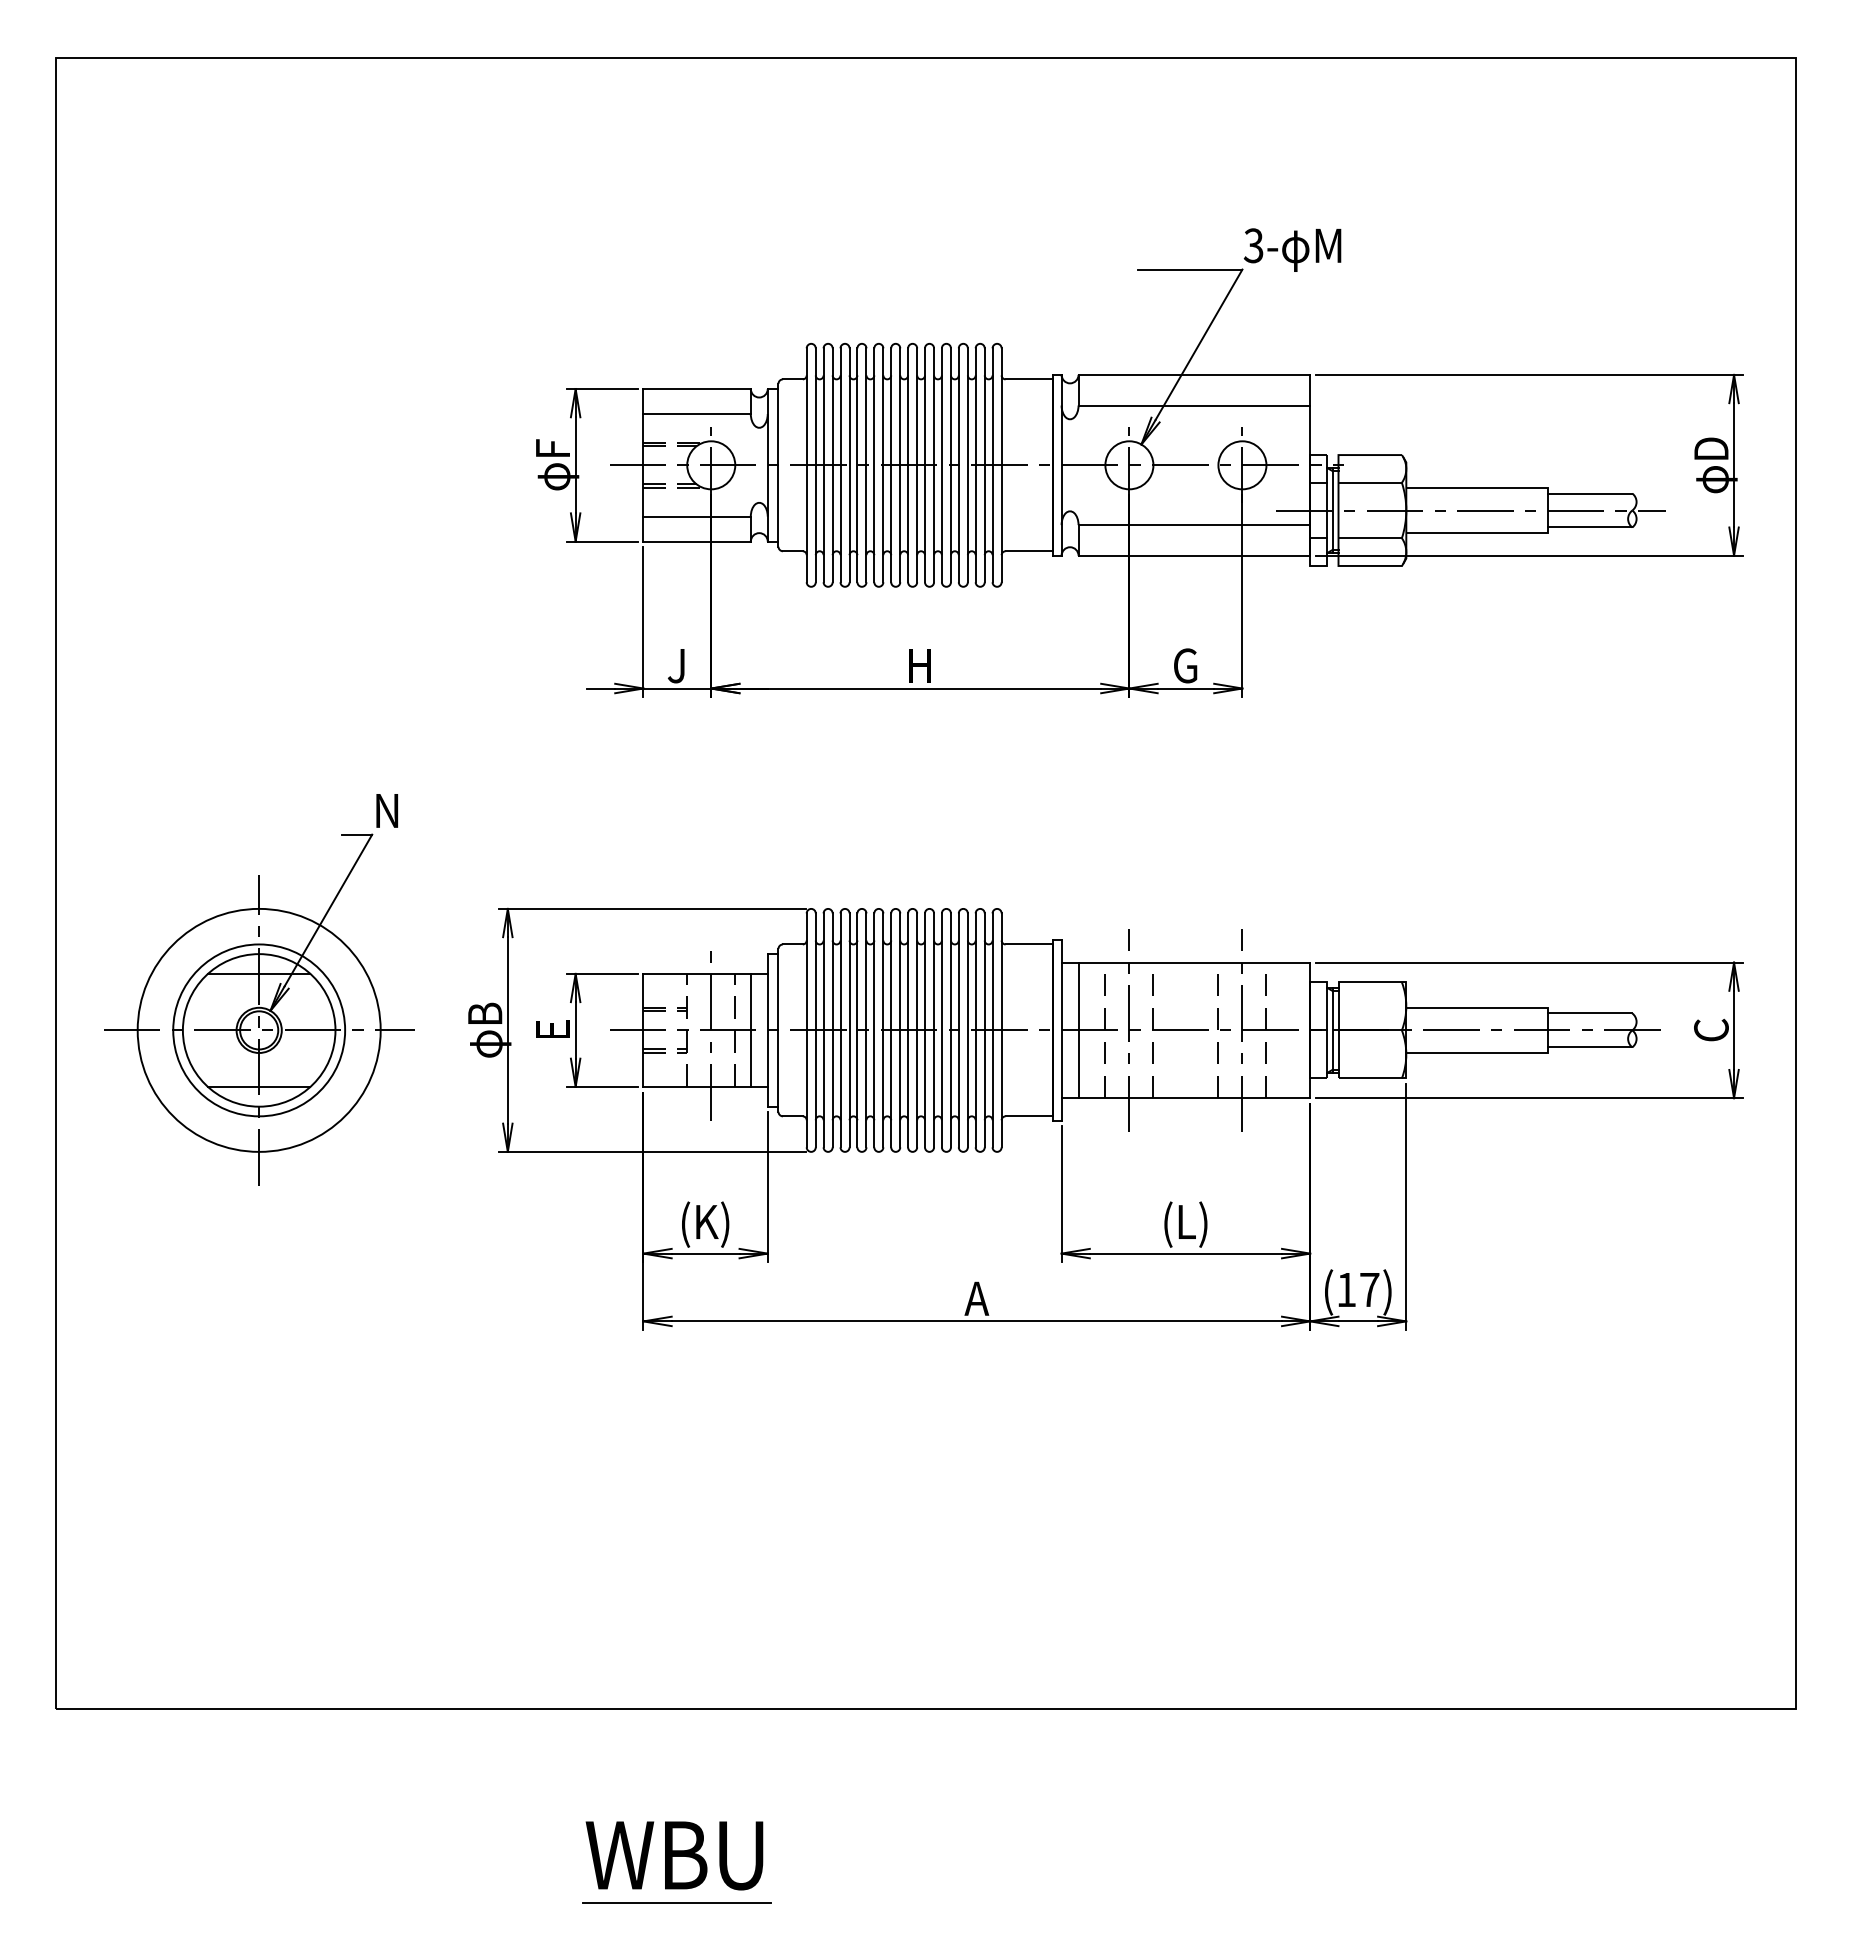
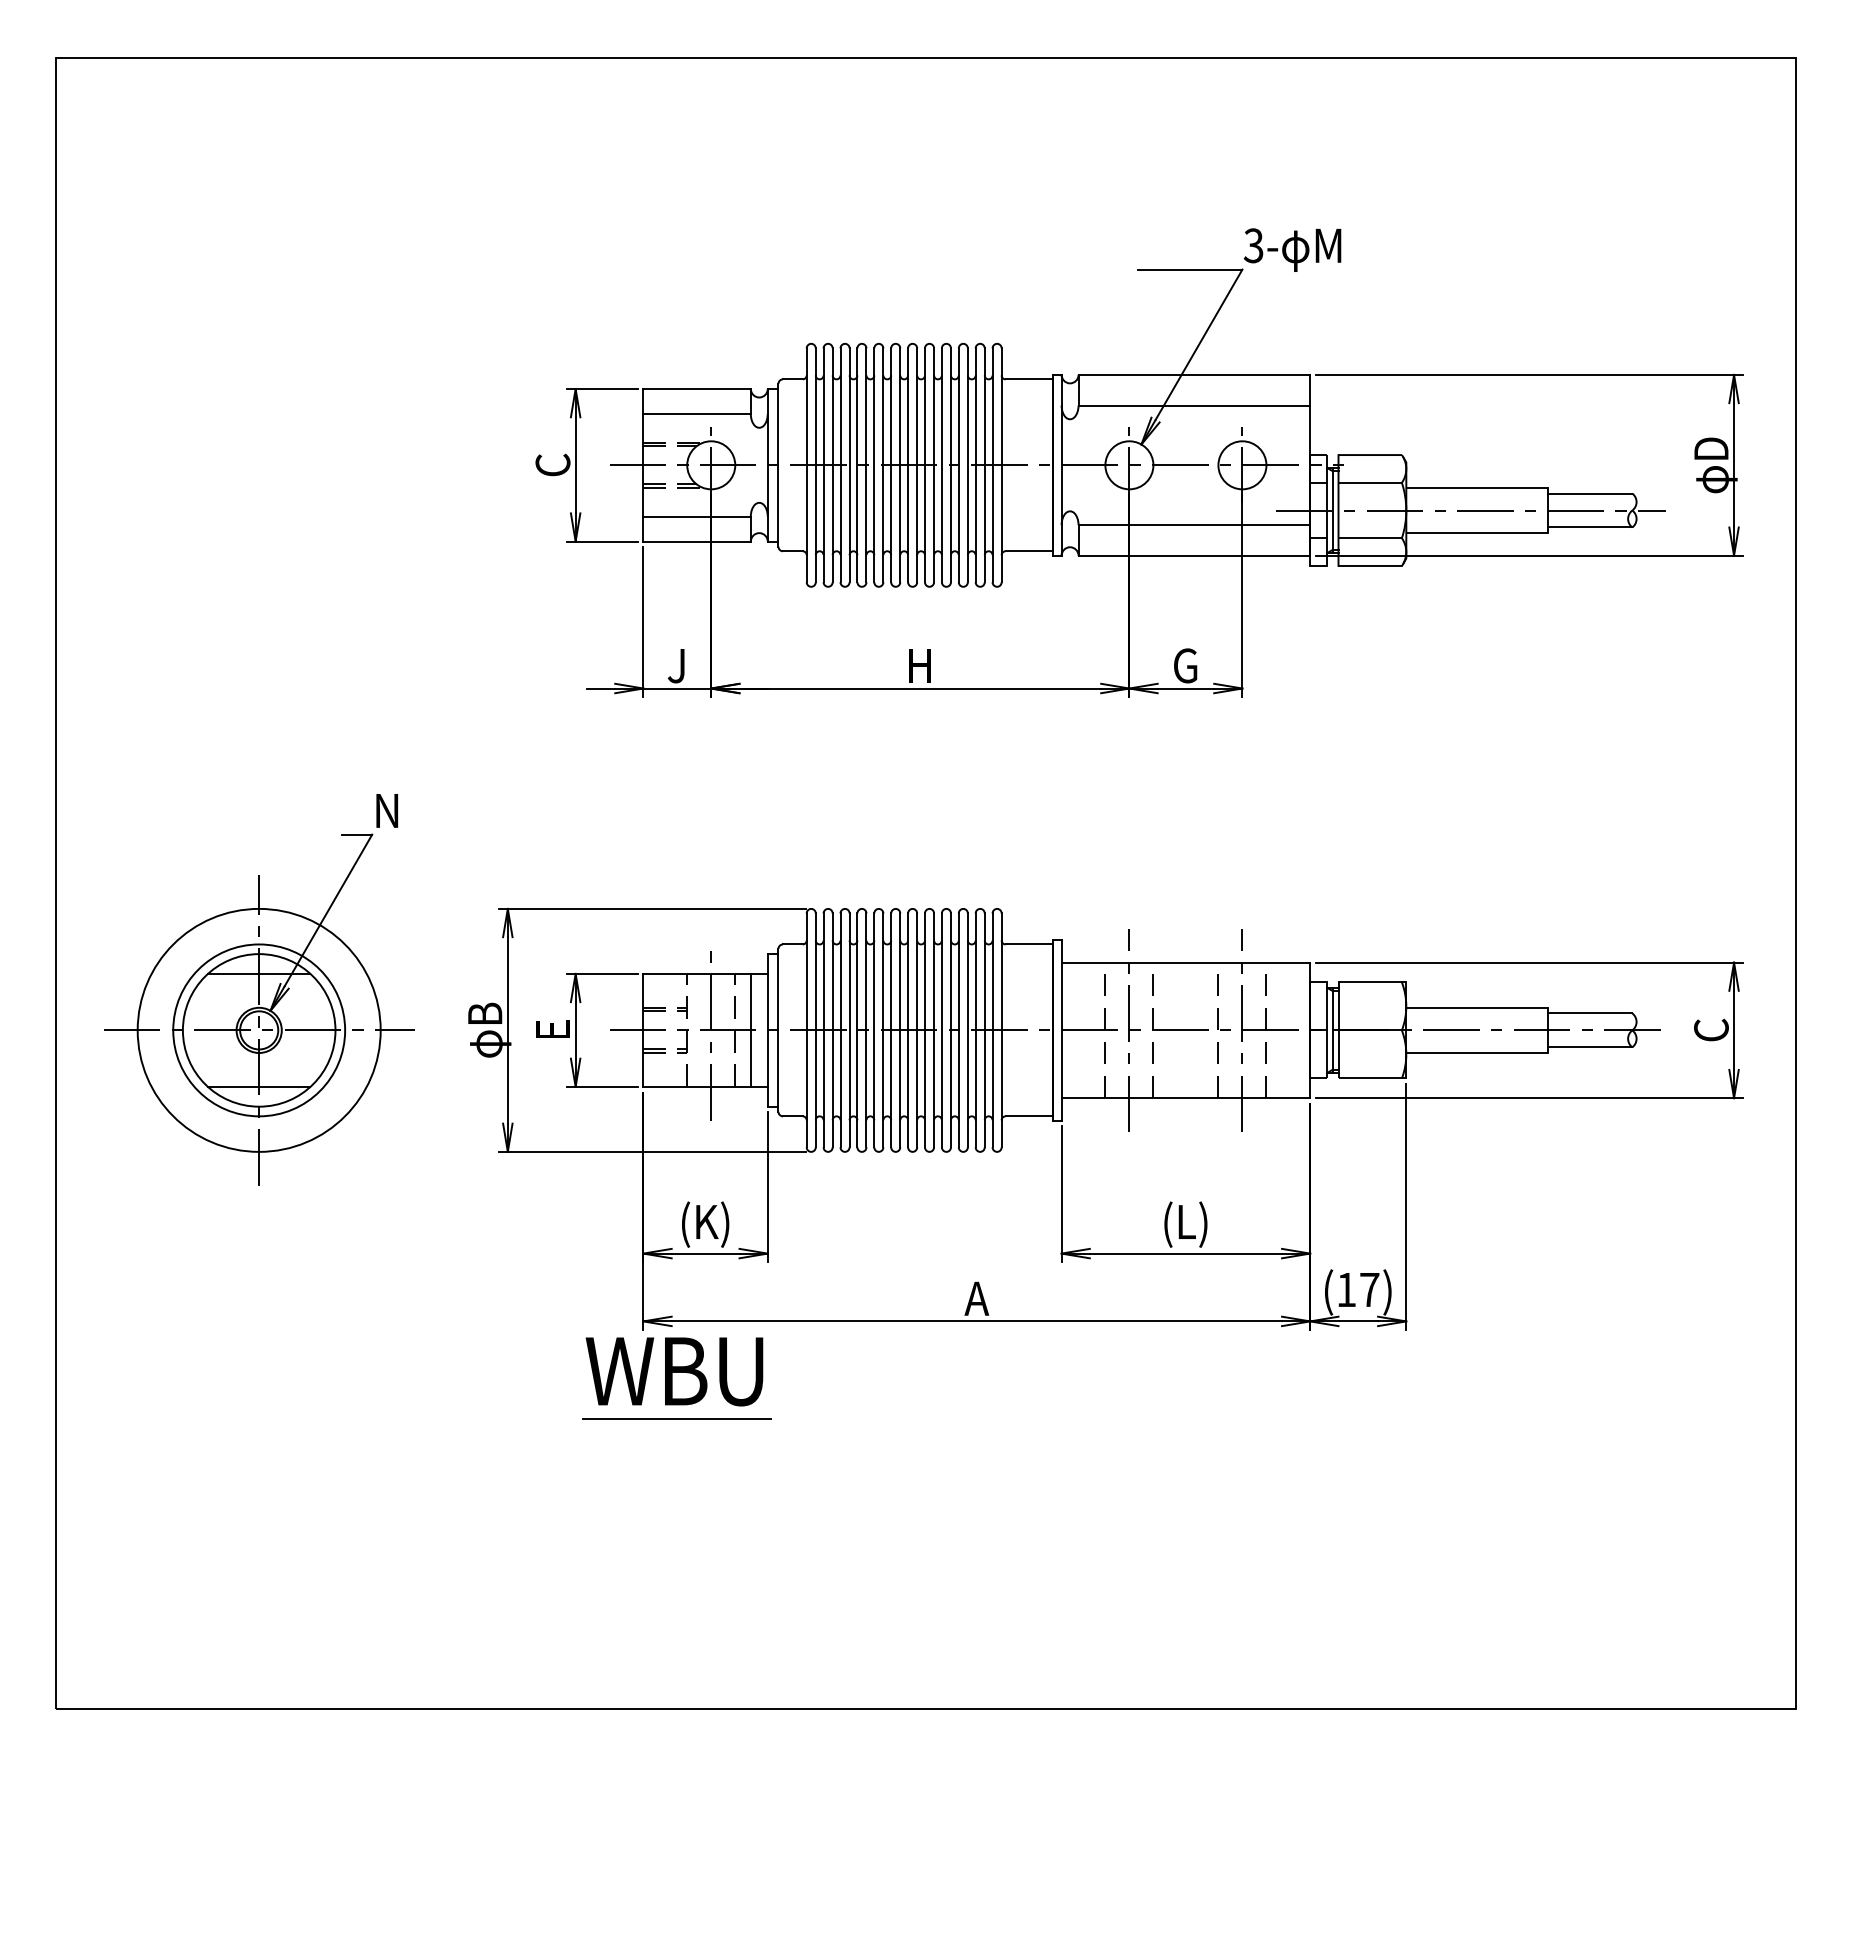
text at (557, 464): φF -> C
line at (1078, 1030): present -> none
part at (676, 1862) position: (676, 1862) -> (676, 1378)
